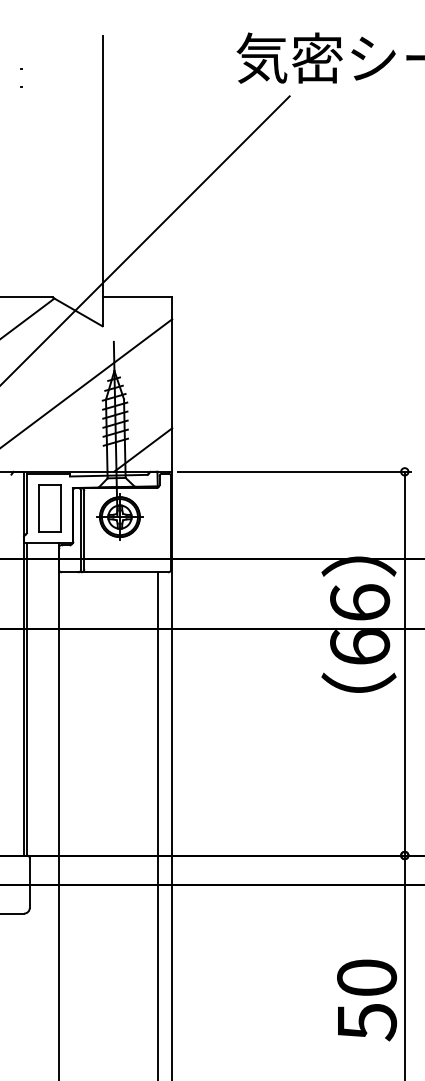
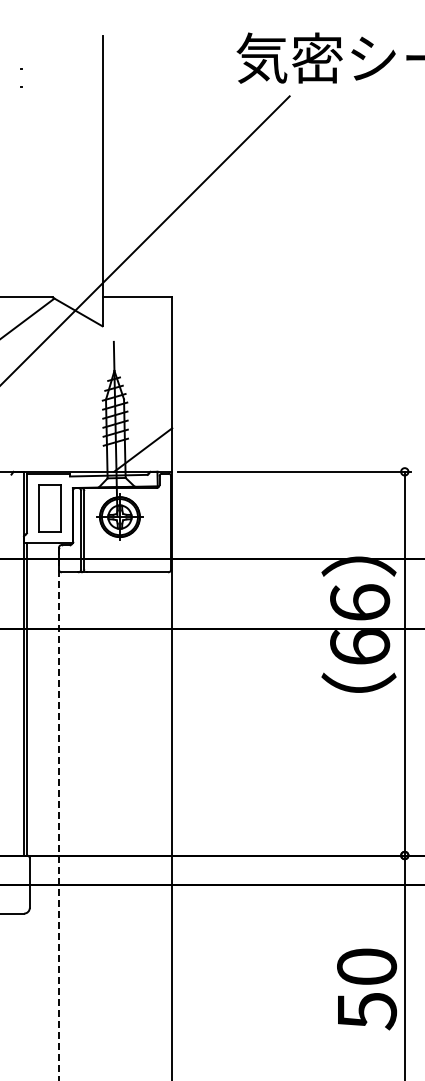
line at (87, 382): present -> none
line at (58, 811): solid -> dashed
line at (157, 824): present -> none
text at (366, 1000) position: (366, 1000) -> (366, 989)
